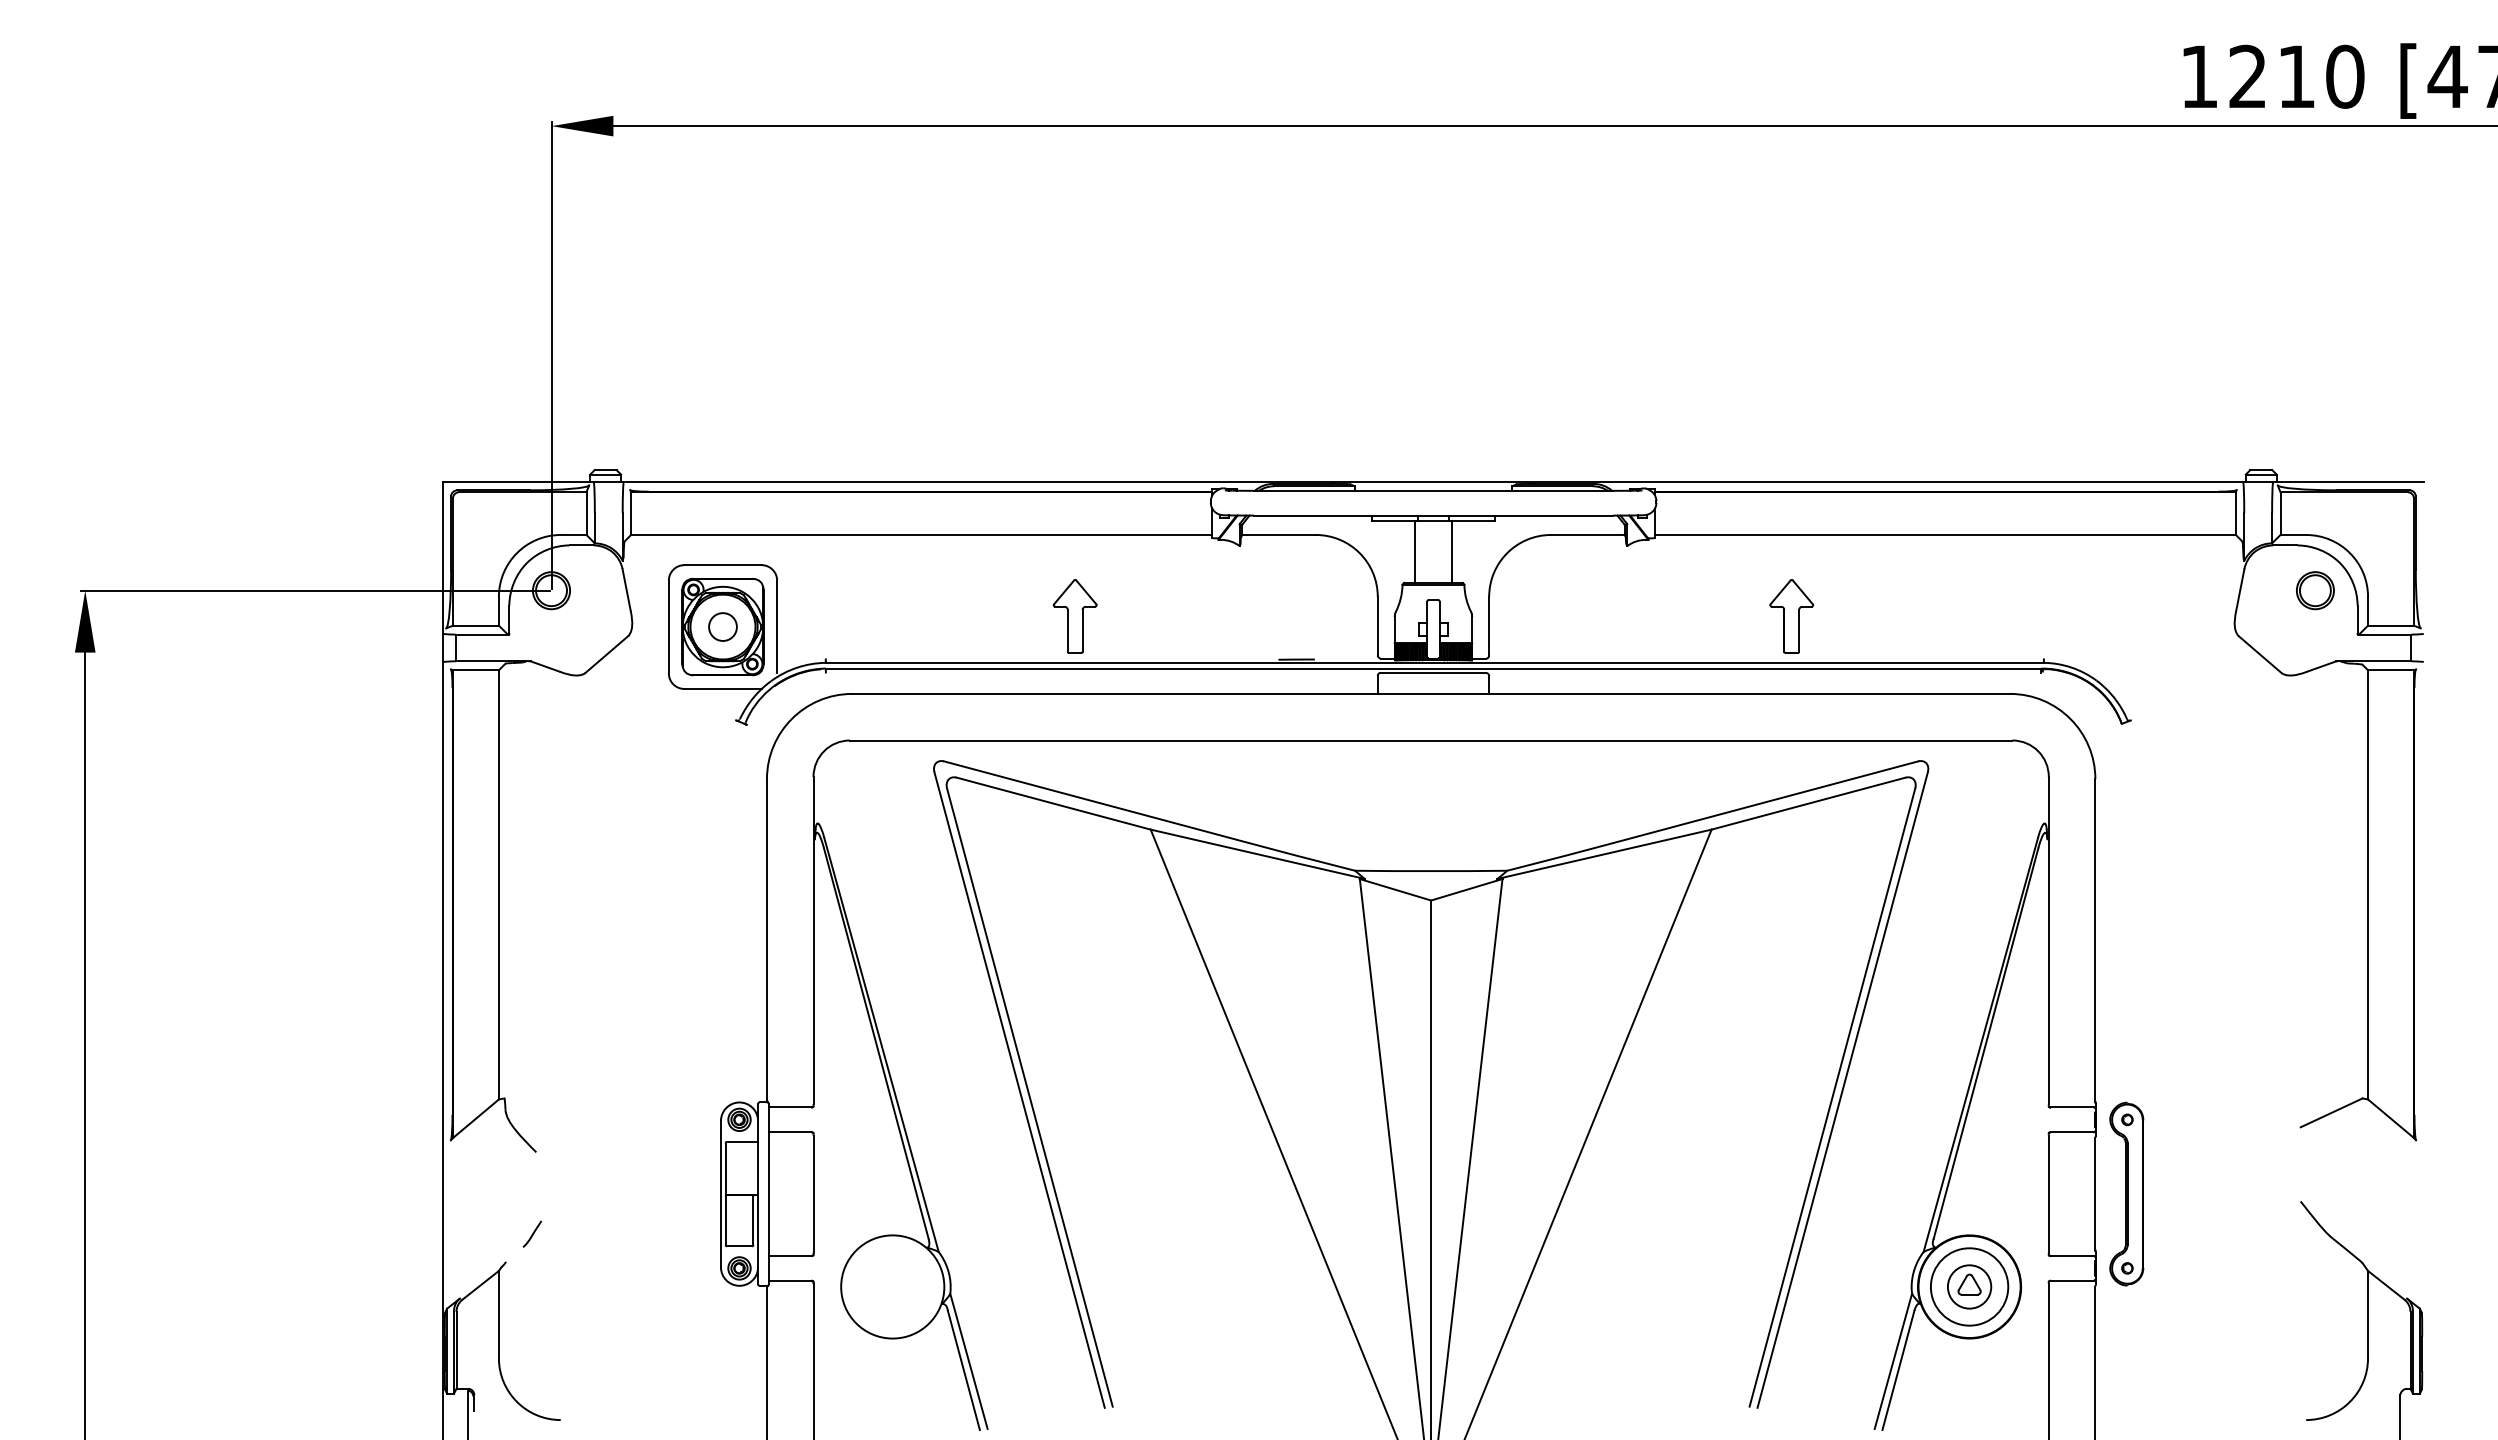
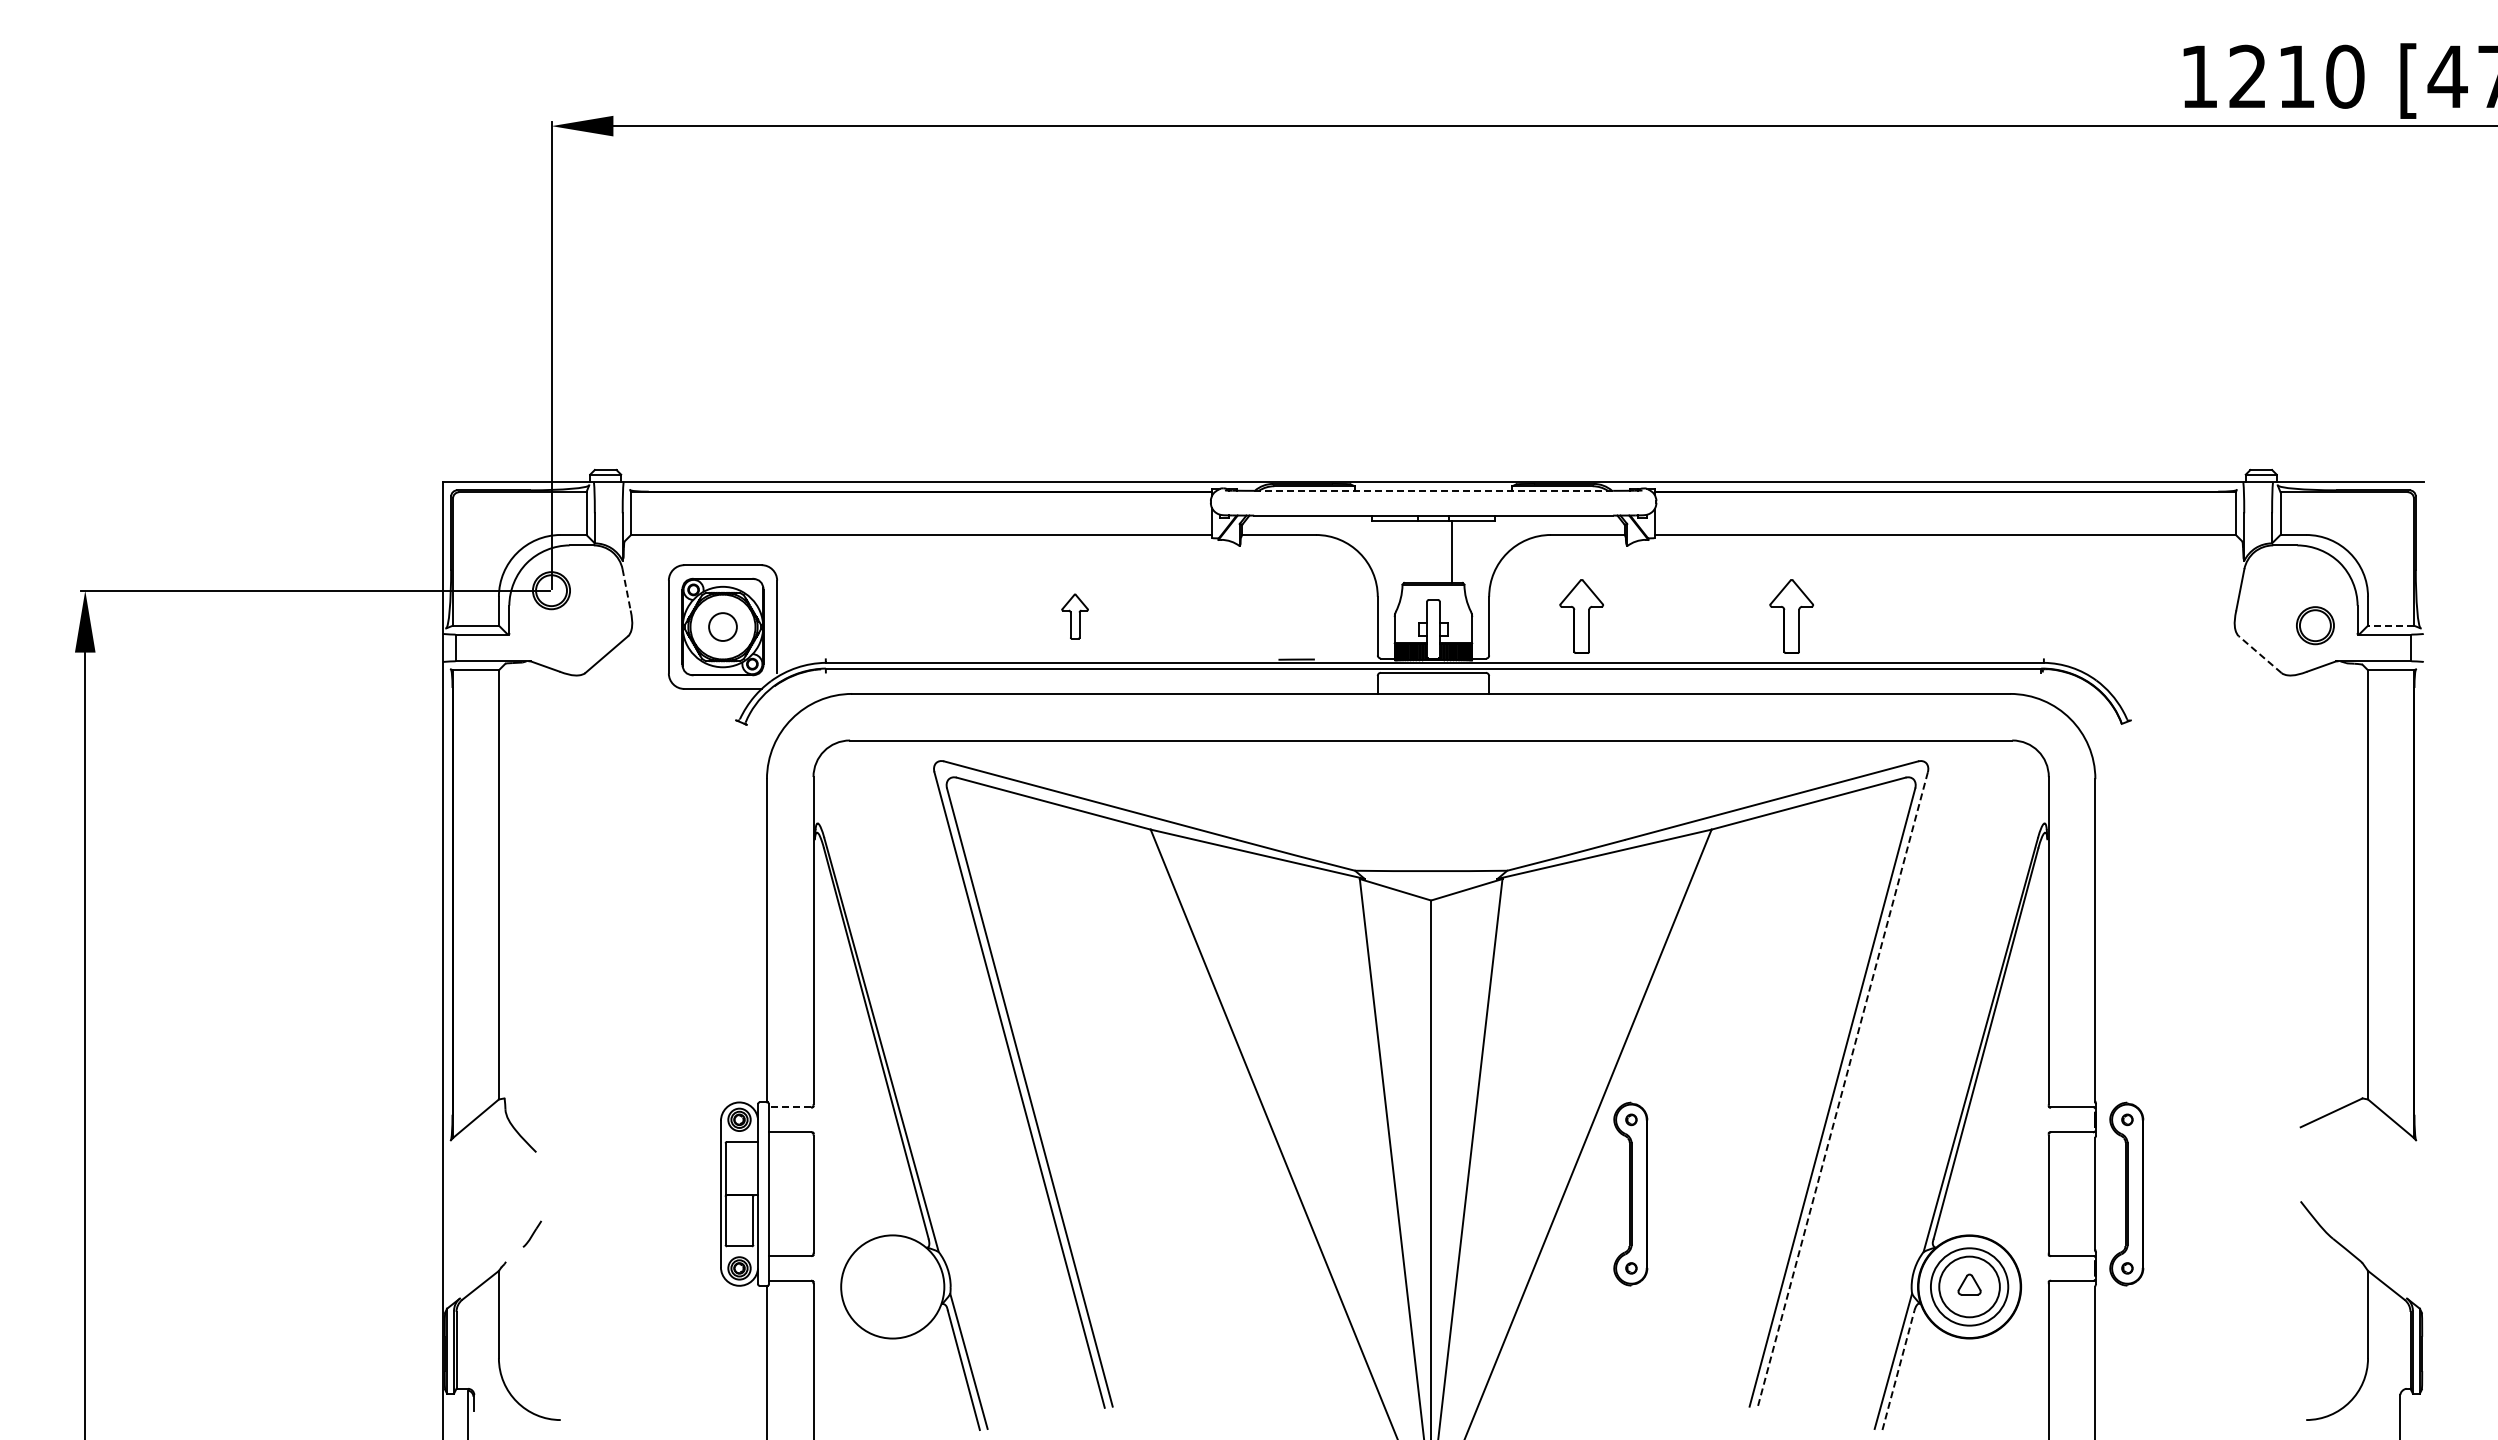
line at (1434, 490): solid -> dashed
line at (1414, 551): present -> none
line at (626, 590): solid -> dashed
part at (2315, 590) position: (2315, 590) -> (2315, 625)
part at (1074, 616) size: 46x75 px -> 28x47 px
part at (1581, 616): none -> present
line at (2390, 625): solid -> dashed
line at (2259, 654): solid -> dashed
line at (1842, 1090): solid -> dashed
line at (789, 1107): solid -> dashed
part at (1630, 1193): none -> present
circle at (1969, 1286) diameter: 43 px -> 61 px
line at (1898, 1370): solid -> dashed
